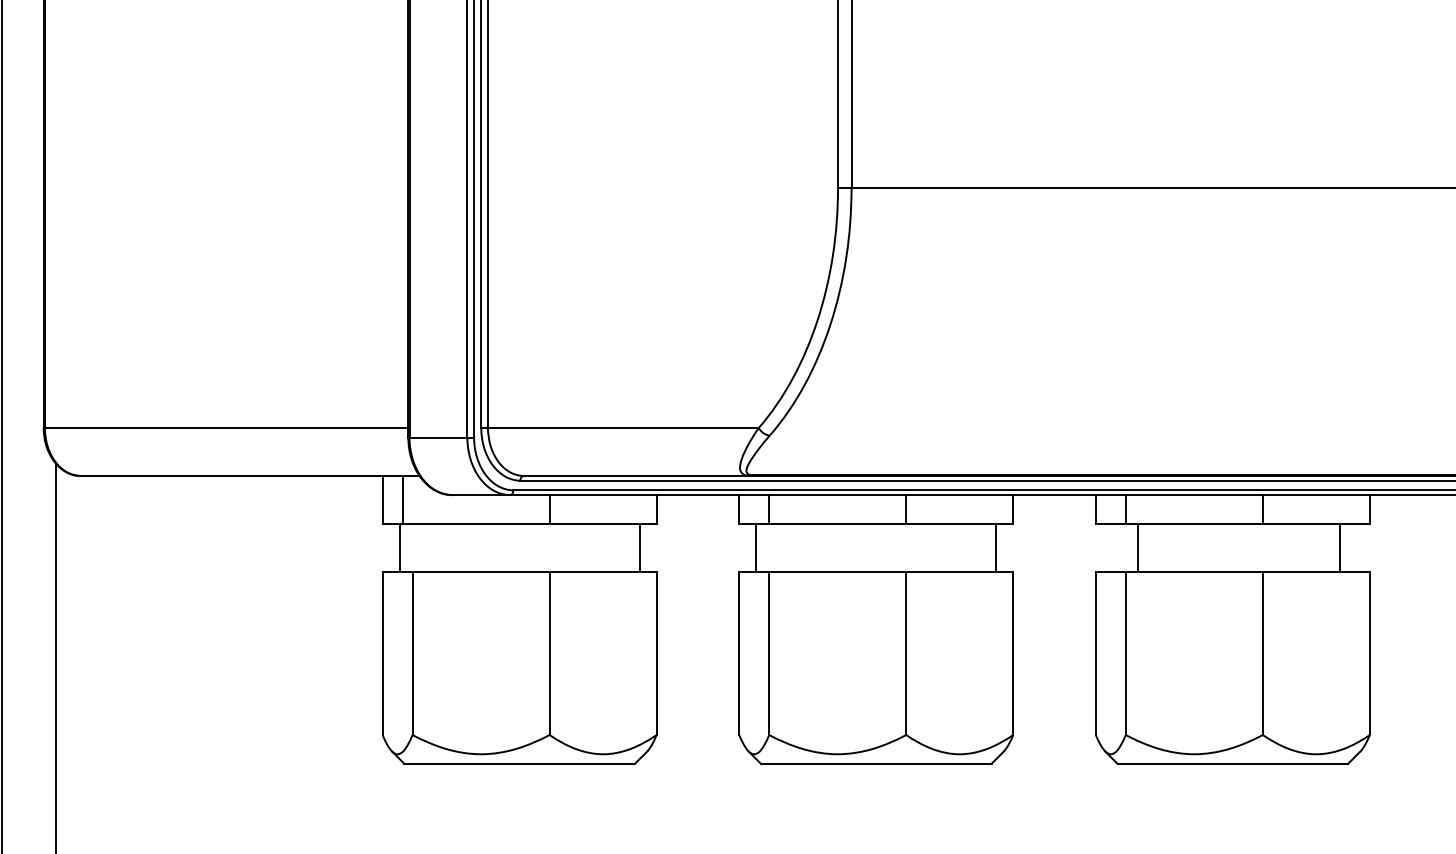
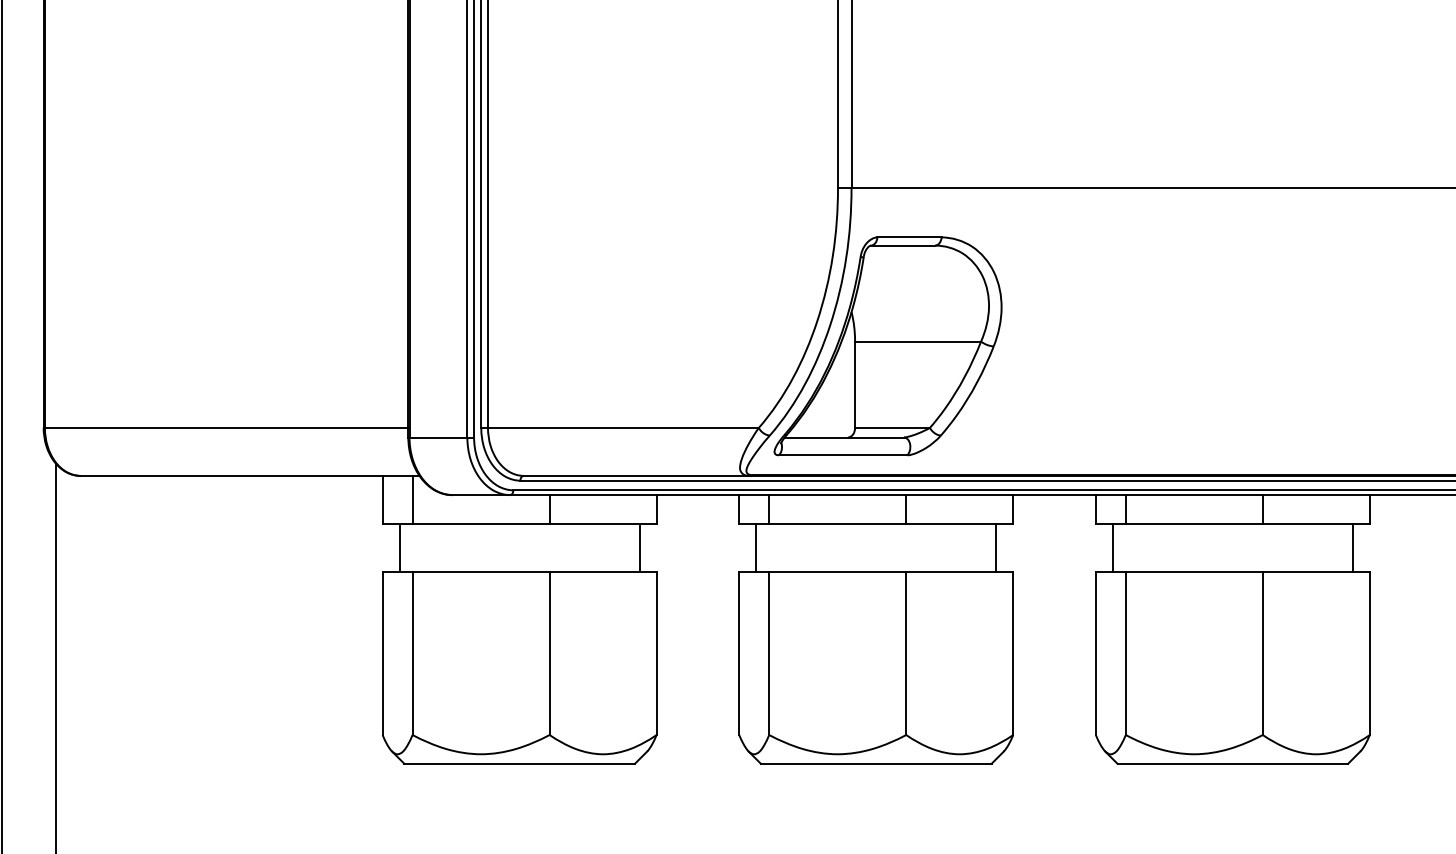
part at (887, 346): none -> present
line at (402, 499) position: (402, 499) -> (412, 499)
line at (1137, 547) position: (1137, 547) -> (1112, 547)
line at (1339, 547) position: (1339, 547) -> (1352, 547)
